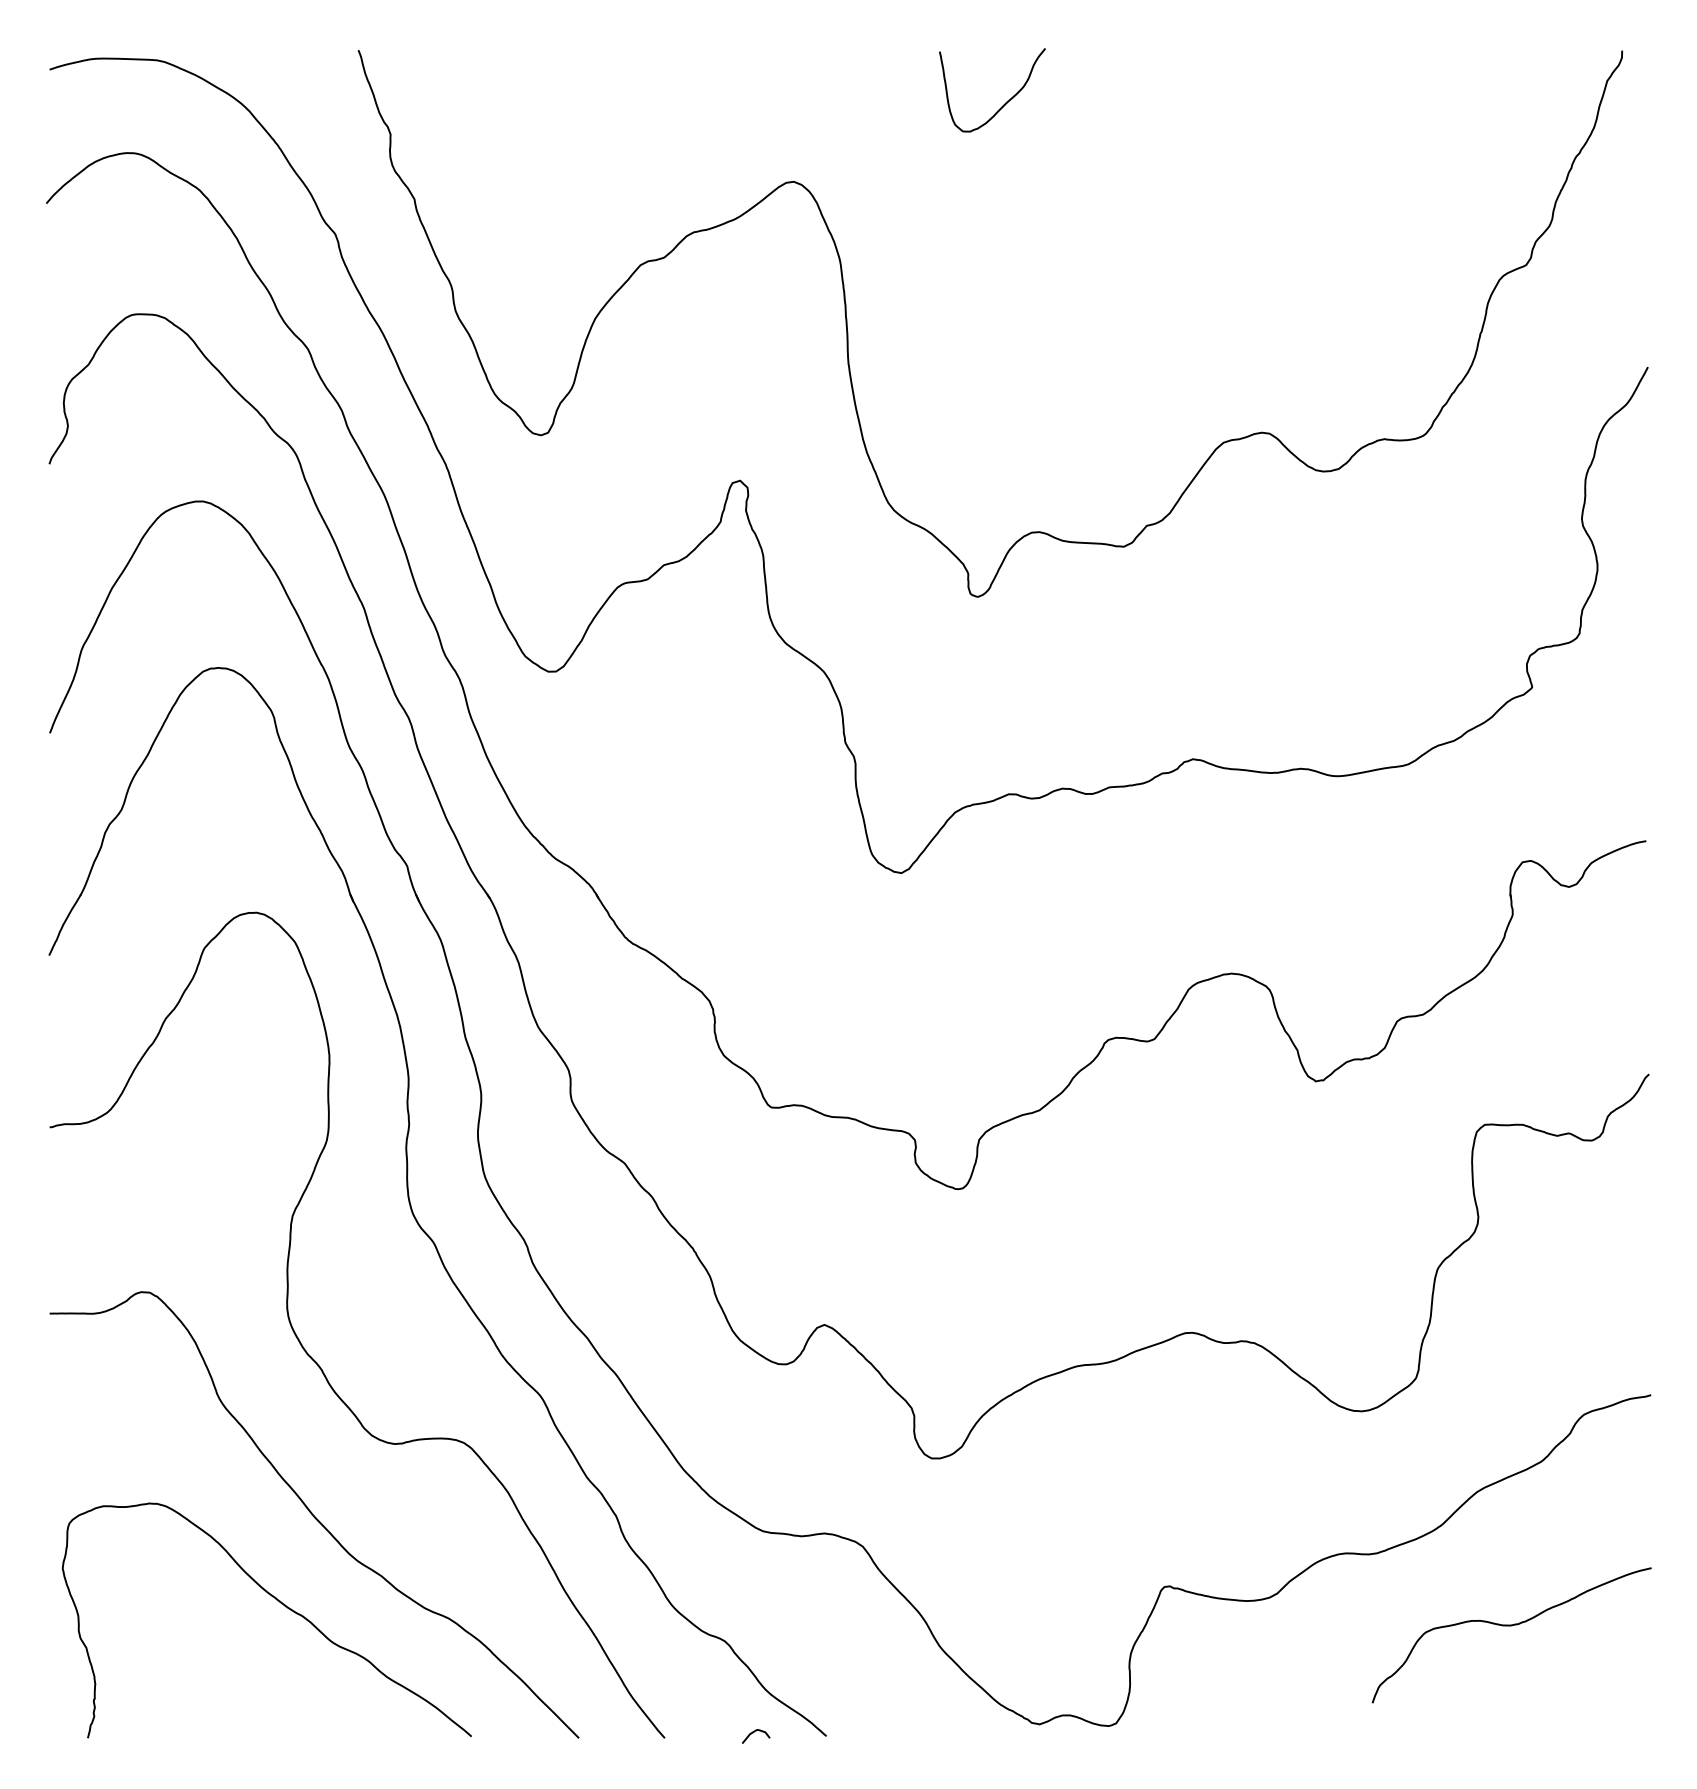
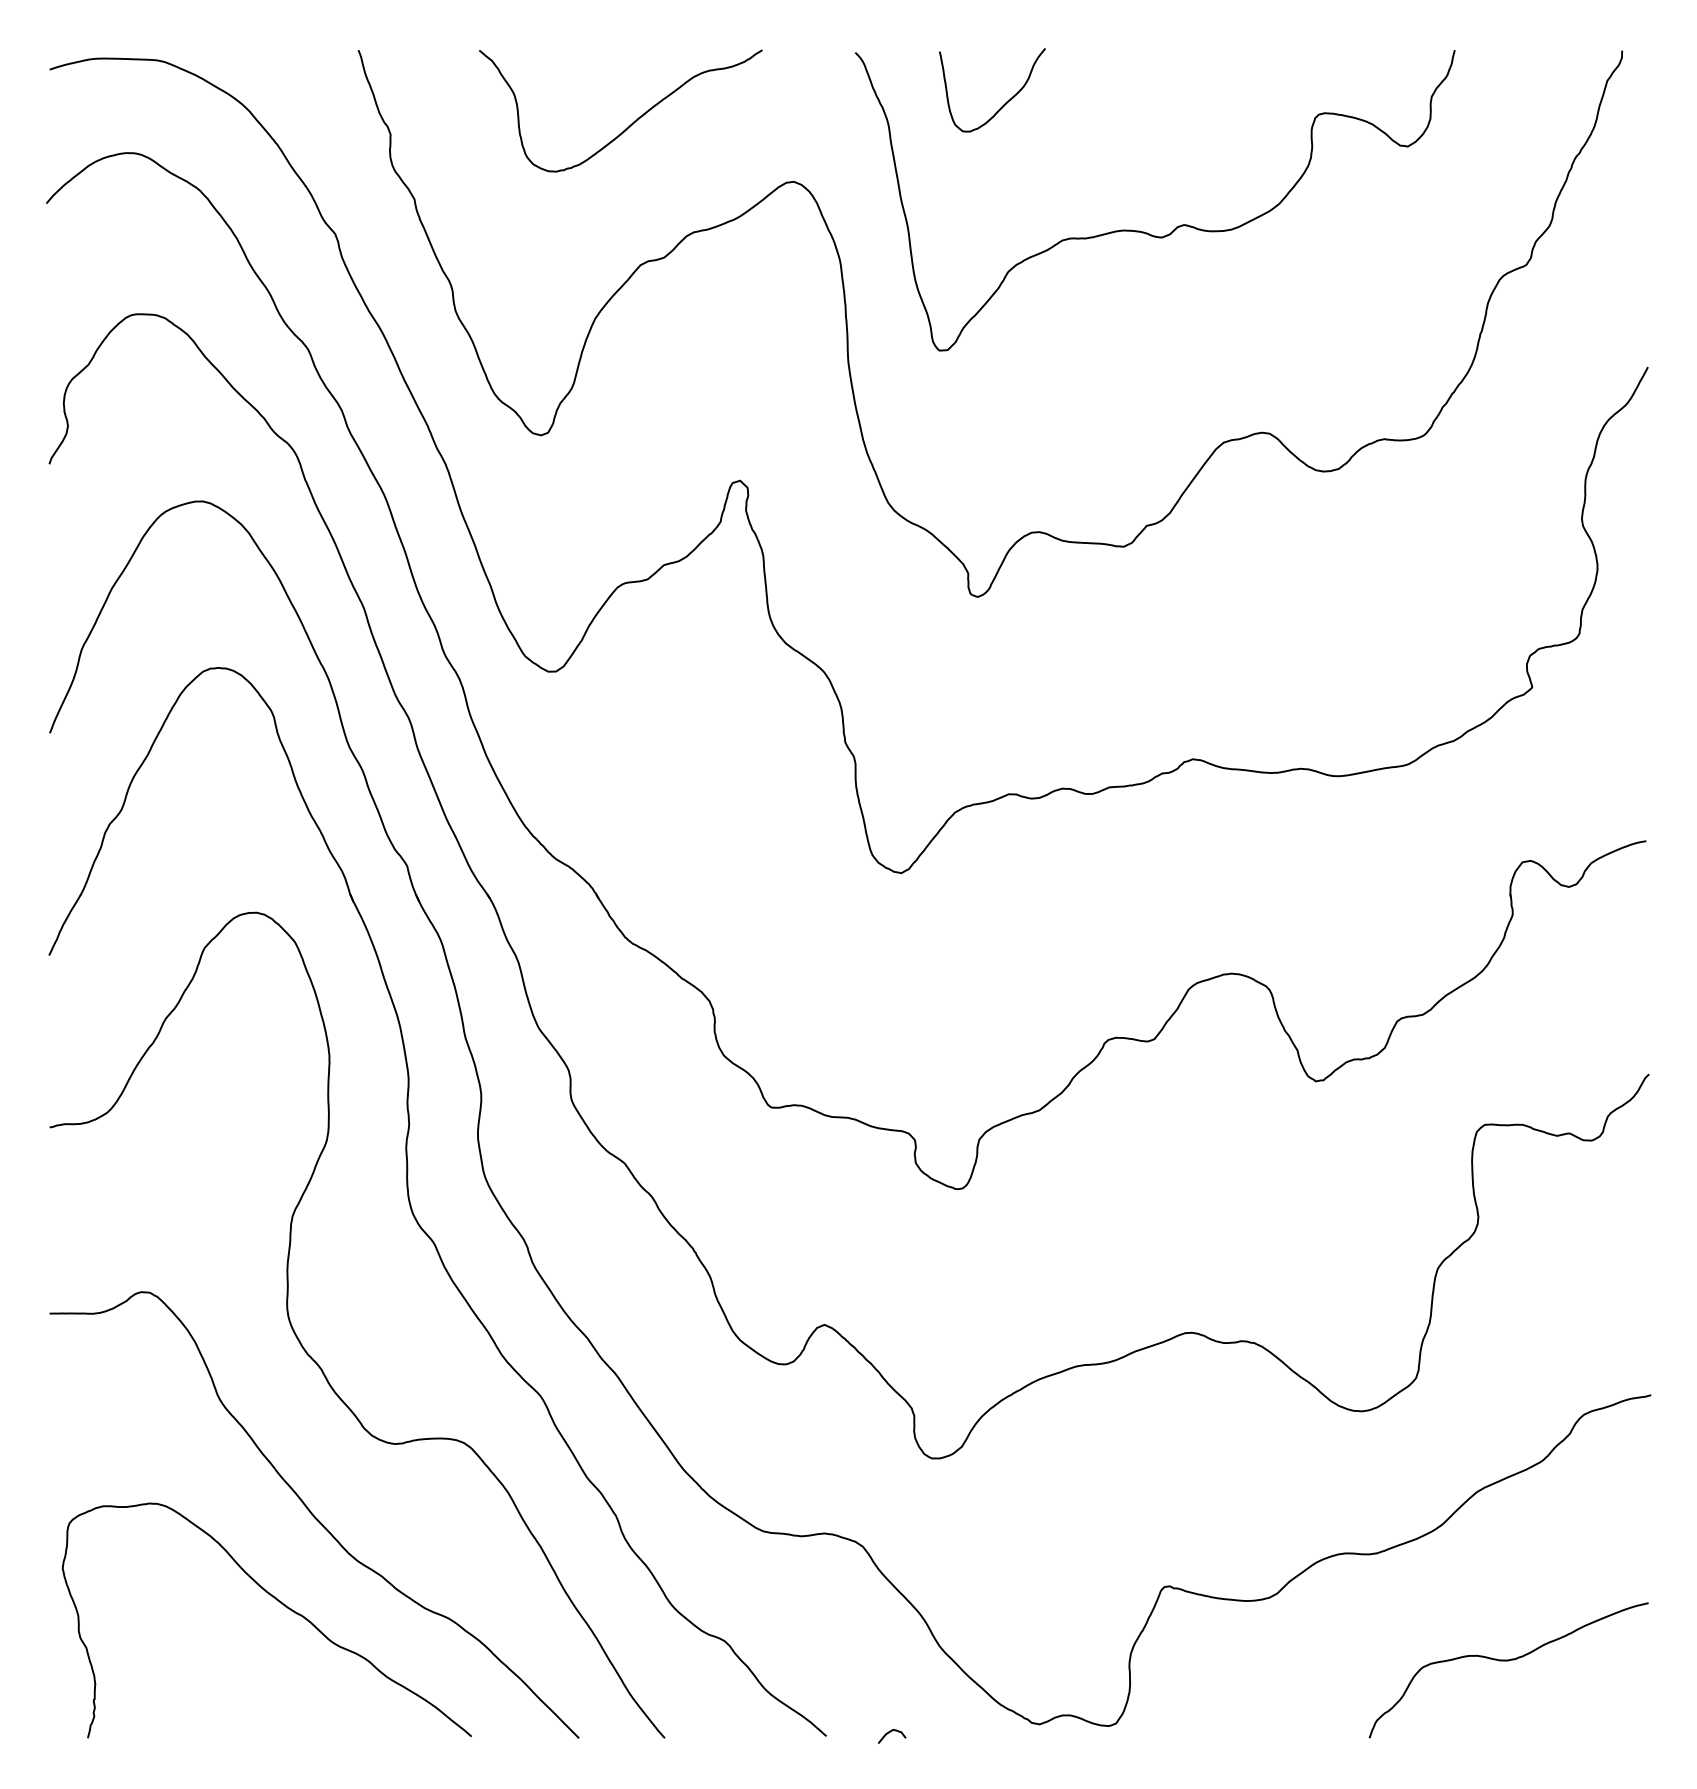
curve at (632, 122): none -> present
curve at (1144, 231): none -> present
curve at (1511, 1626) position: (1511, 1626) -> (1508, 1661)
curve at (753, 1733) position: (753, 1733) -> (889, 1733)
